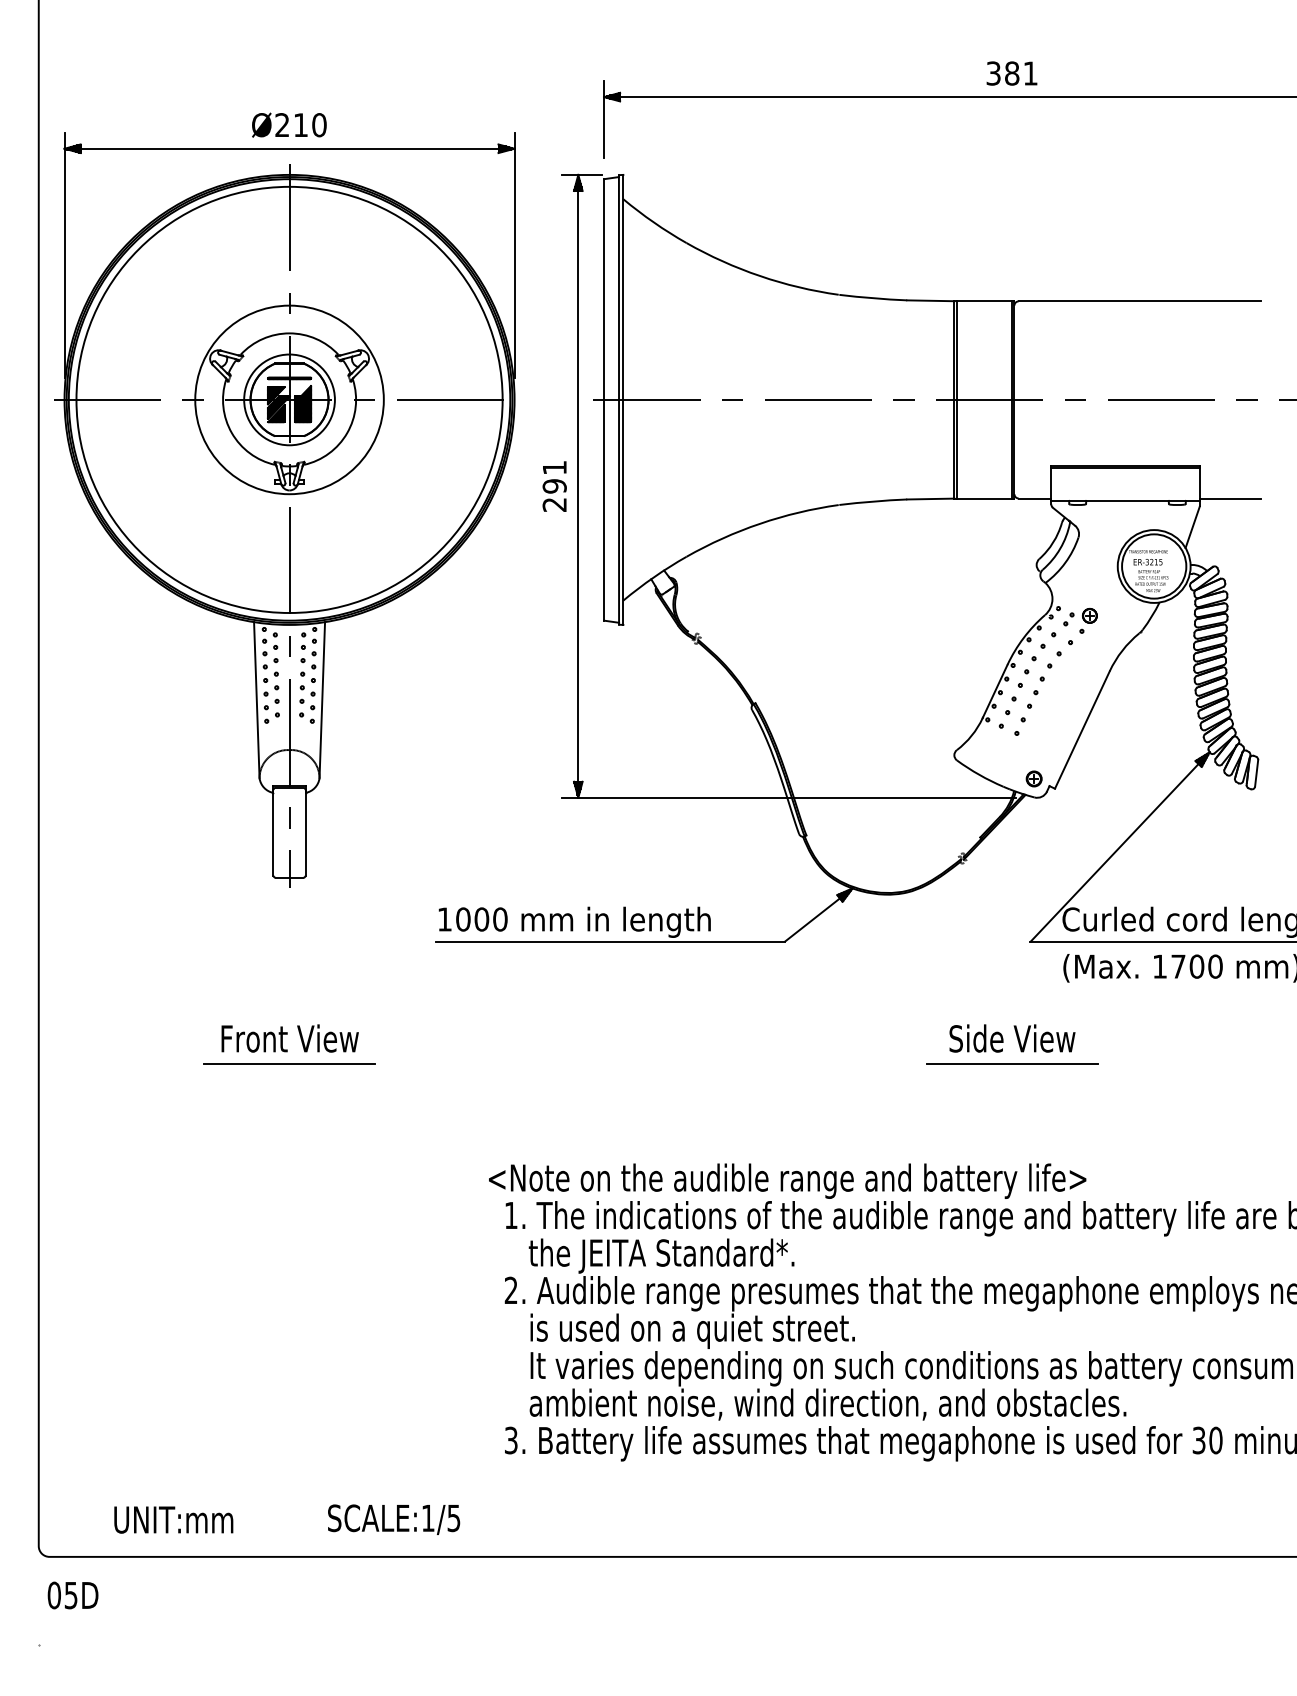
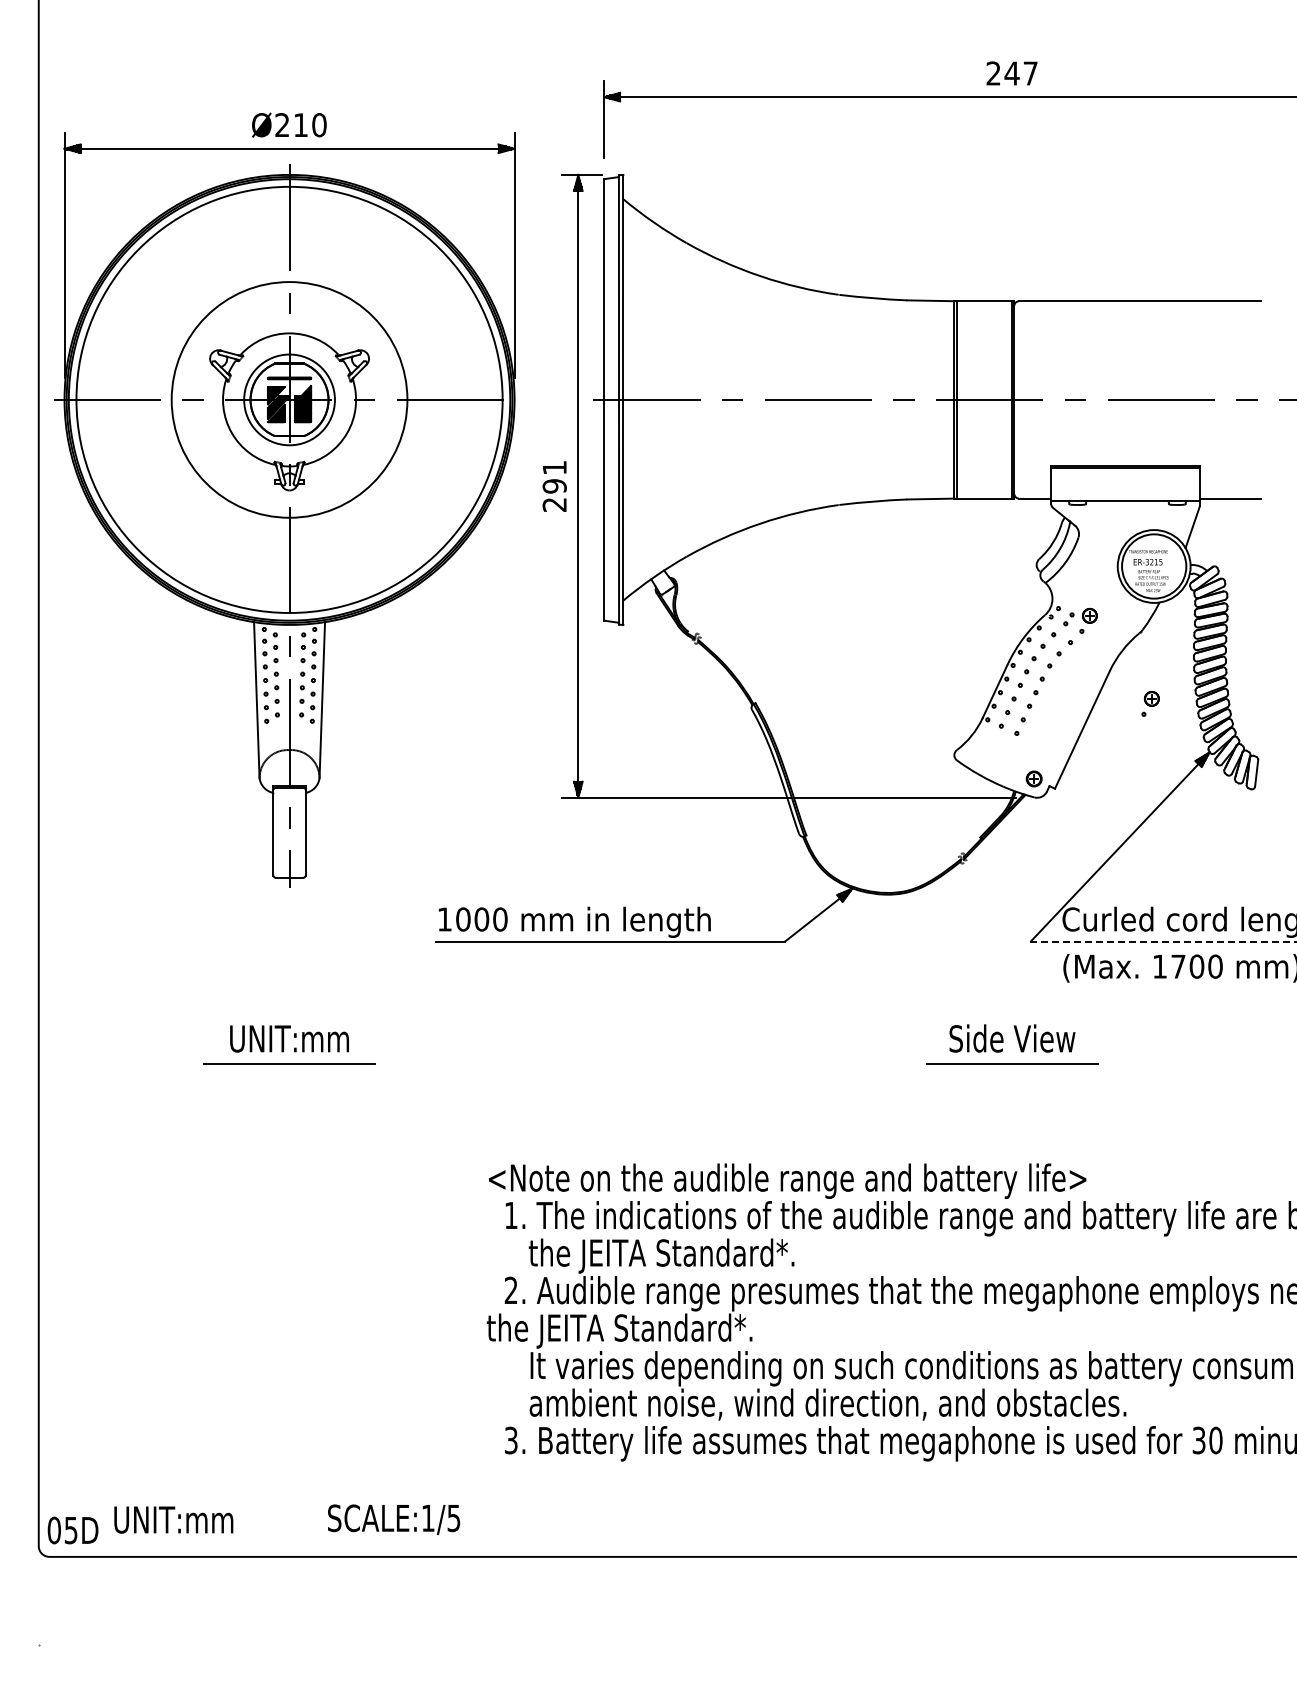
text at (1011, 73): 381 -> 247
circle at (289, 399) diameter: 189 px -> 236 px
part at (1150, 703): none -> present
line at (1163, 942): solid -> dashed
text at (289, 1038): Front View -> UNIT:mm
text at (670, 1330): is used on a quiet street. -> the JEITA Standard*.
text at (72, 1595) position: (72, 1595) -> (72, 1530)
